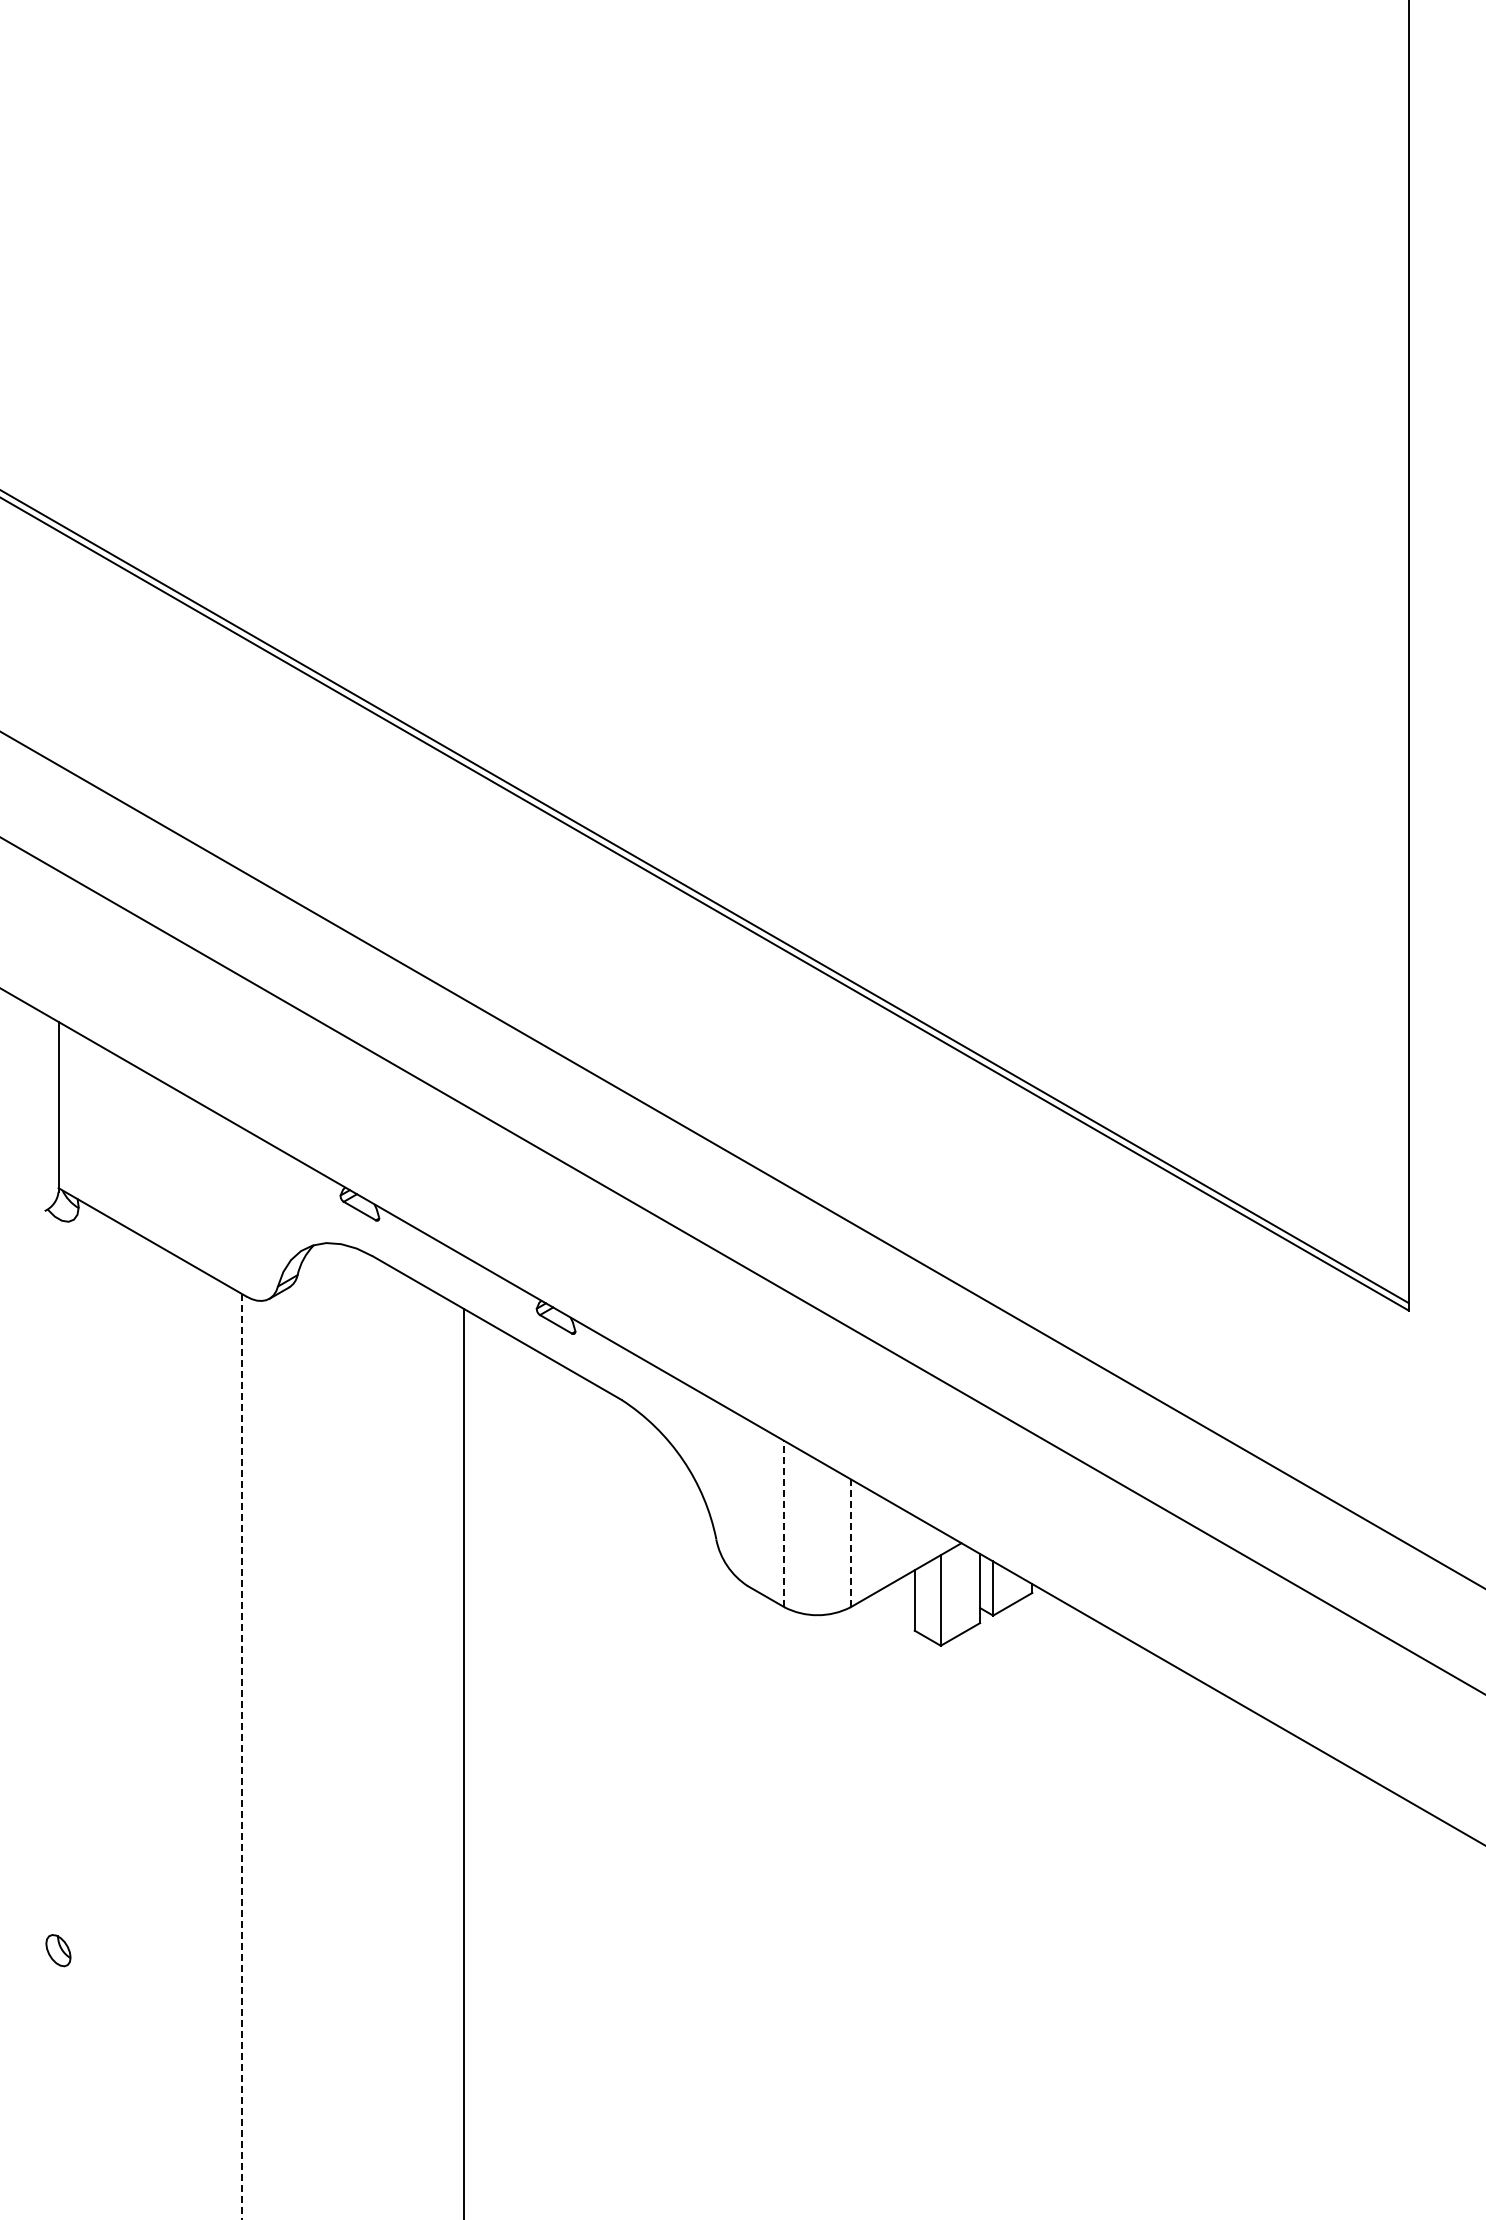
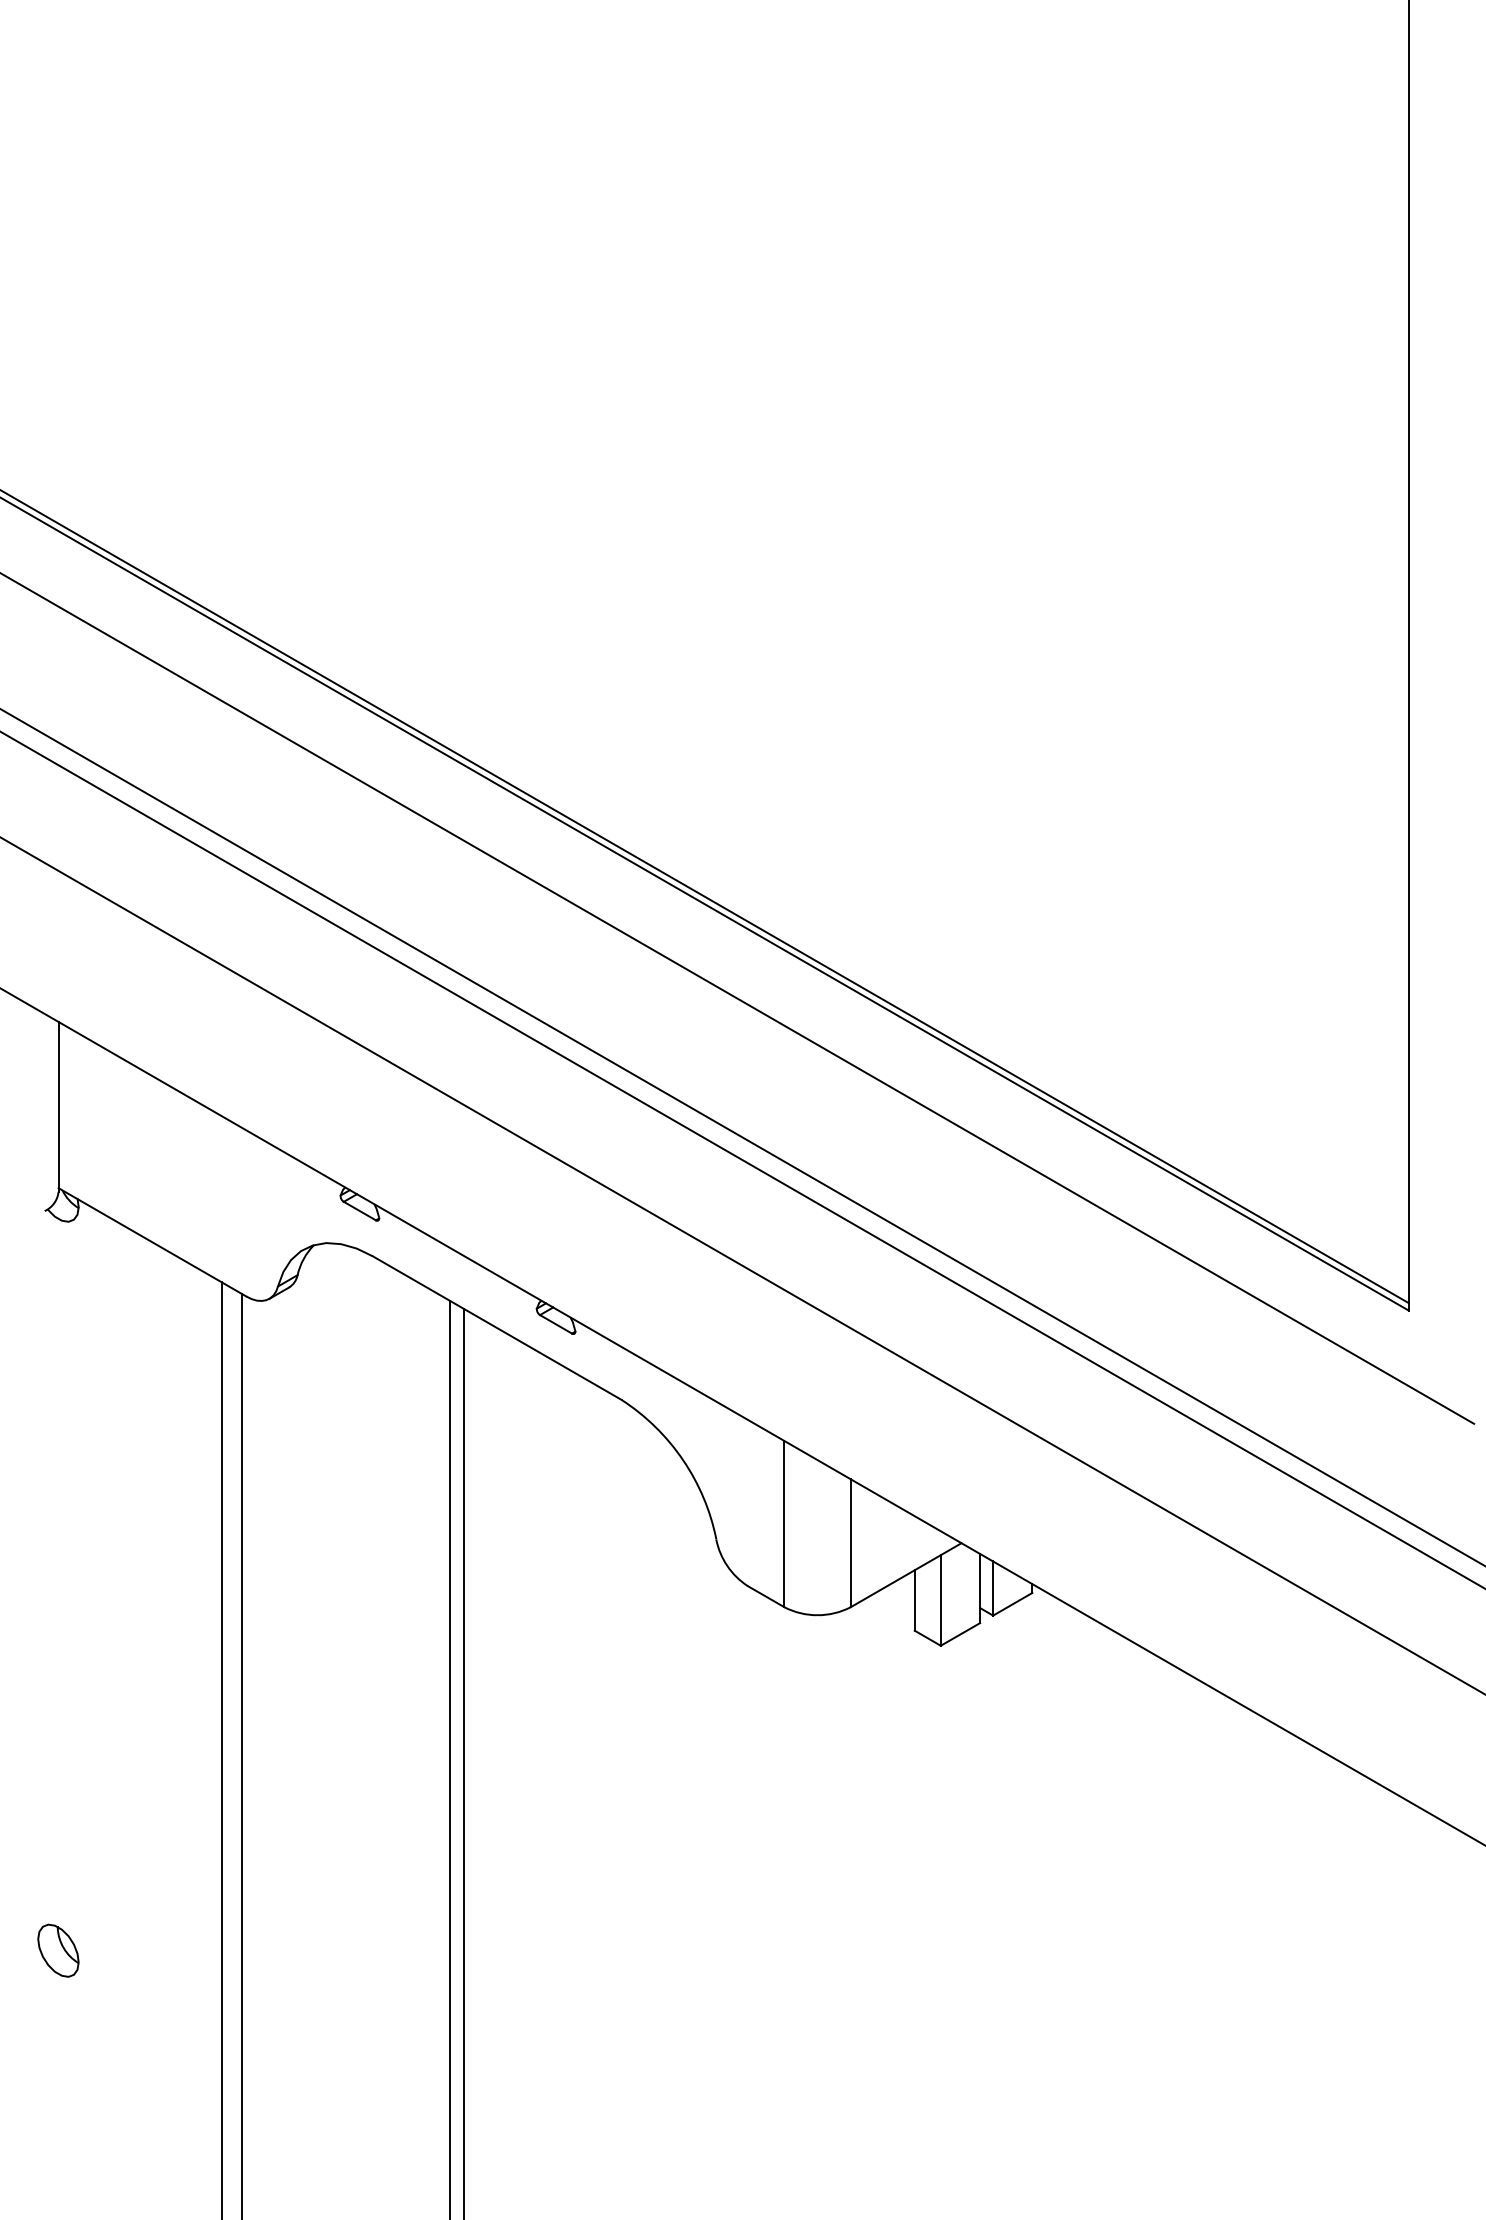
line at (738, 998): none -> present
line at (742, 1137): none -> present
line at (784, 1523): dashed -> solid
line at (850, 1543): dashed -> solid
line at (221, 1749): none -> present
line at (241, 1756): dashed -> solid
line at (450, 1758): none -> present
part at (58, 1950) size: 27x34 px -> 43x55 px
